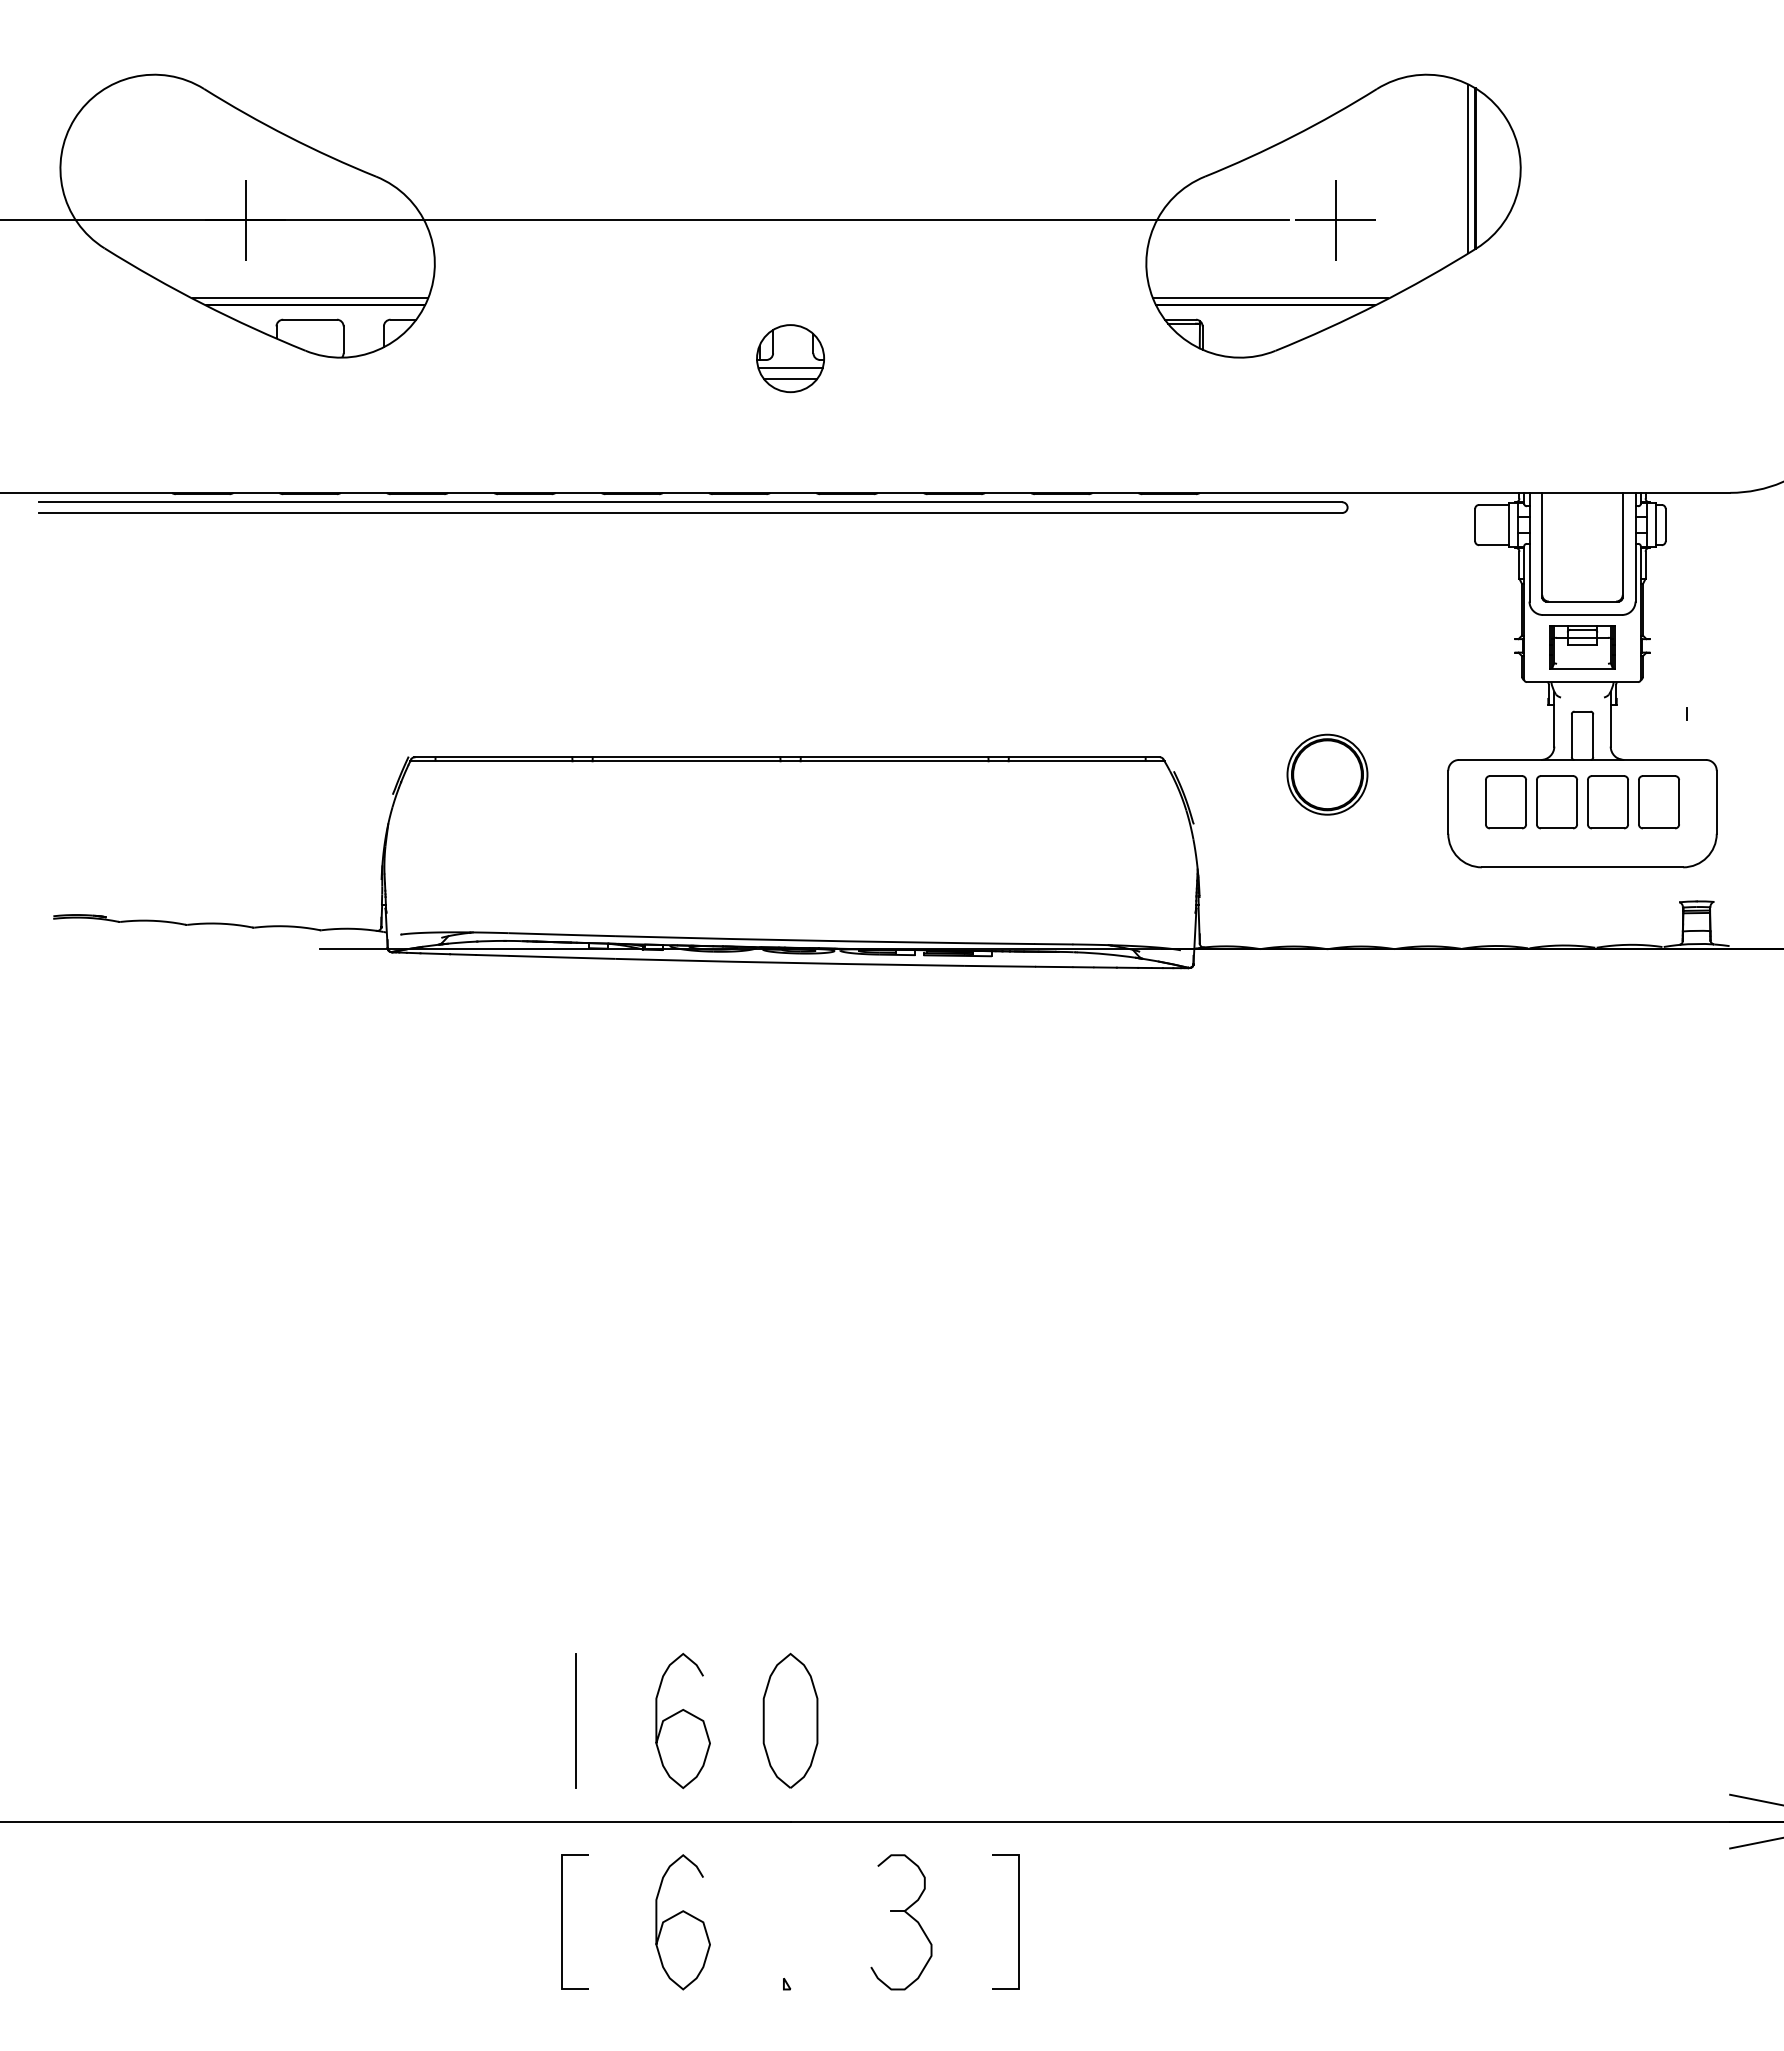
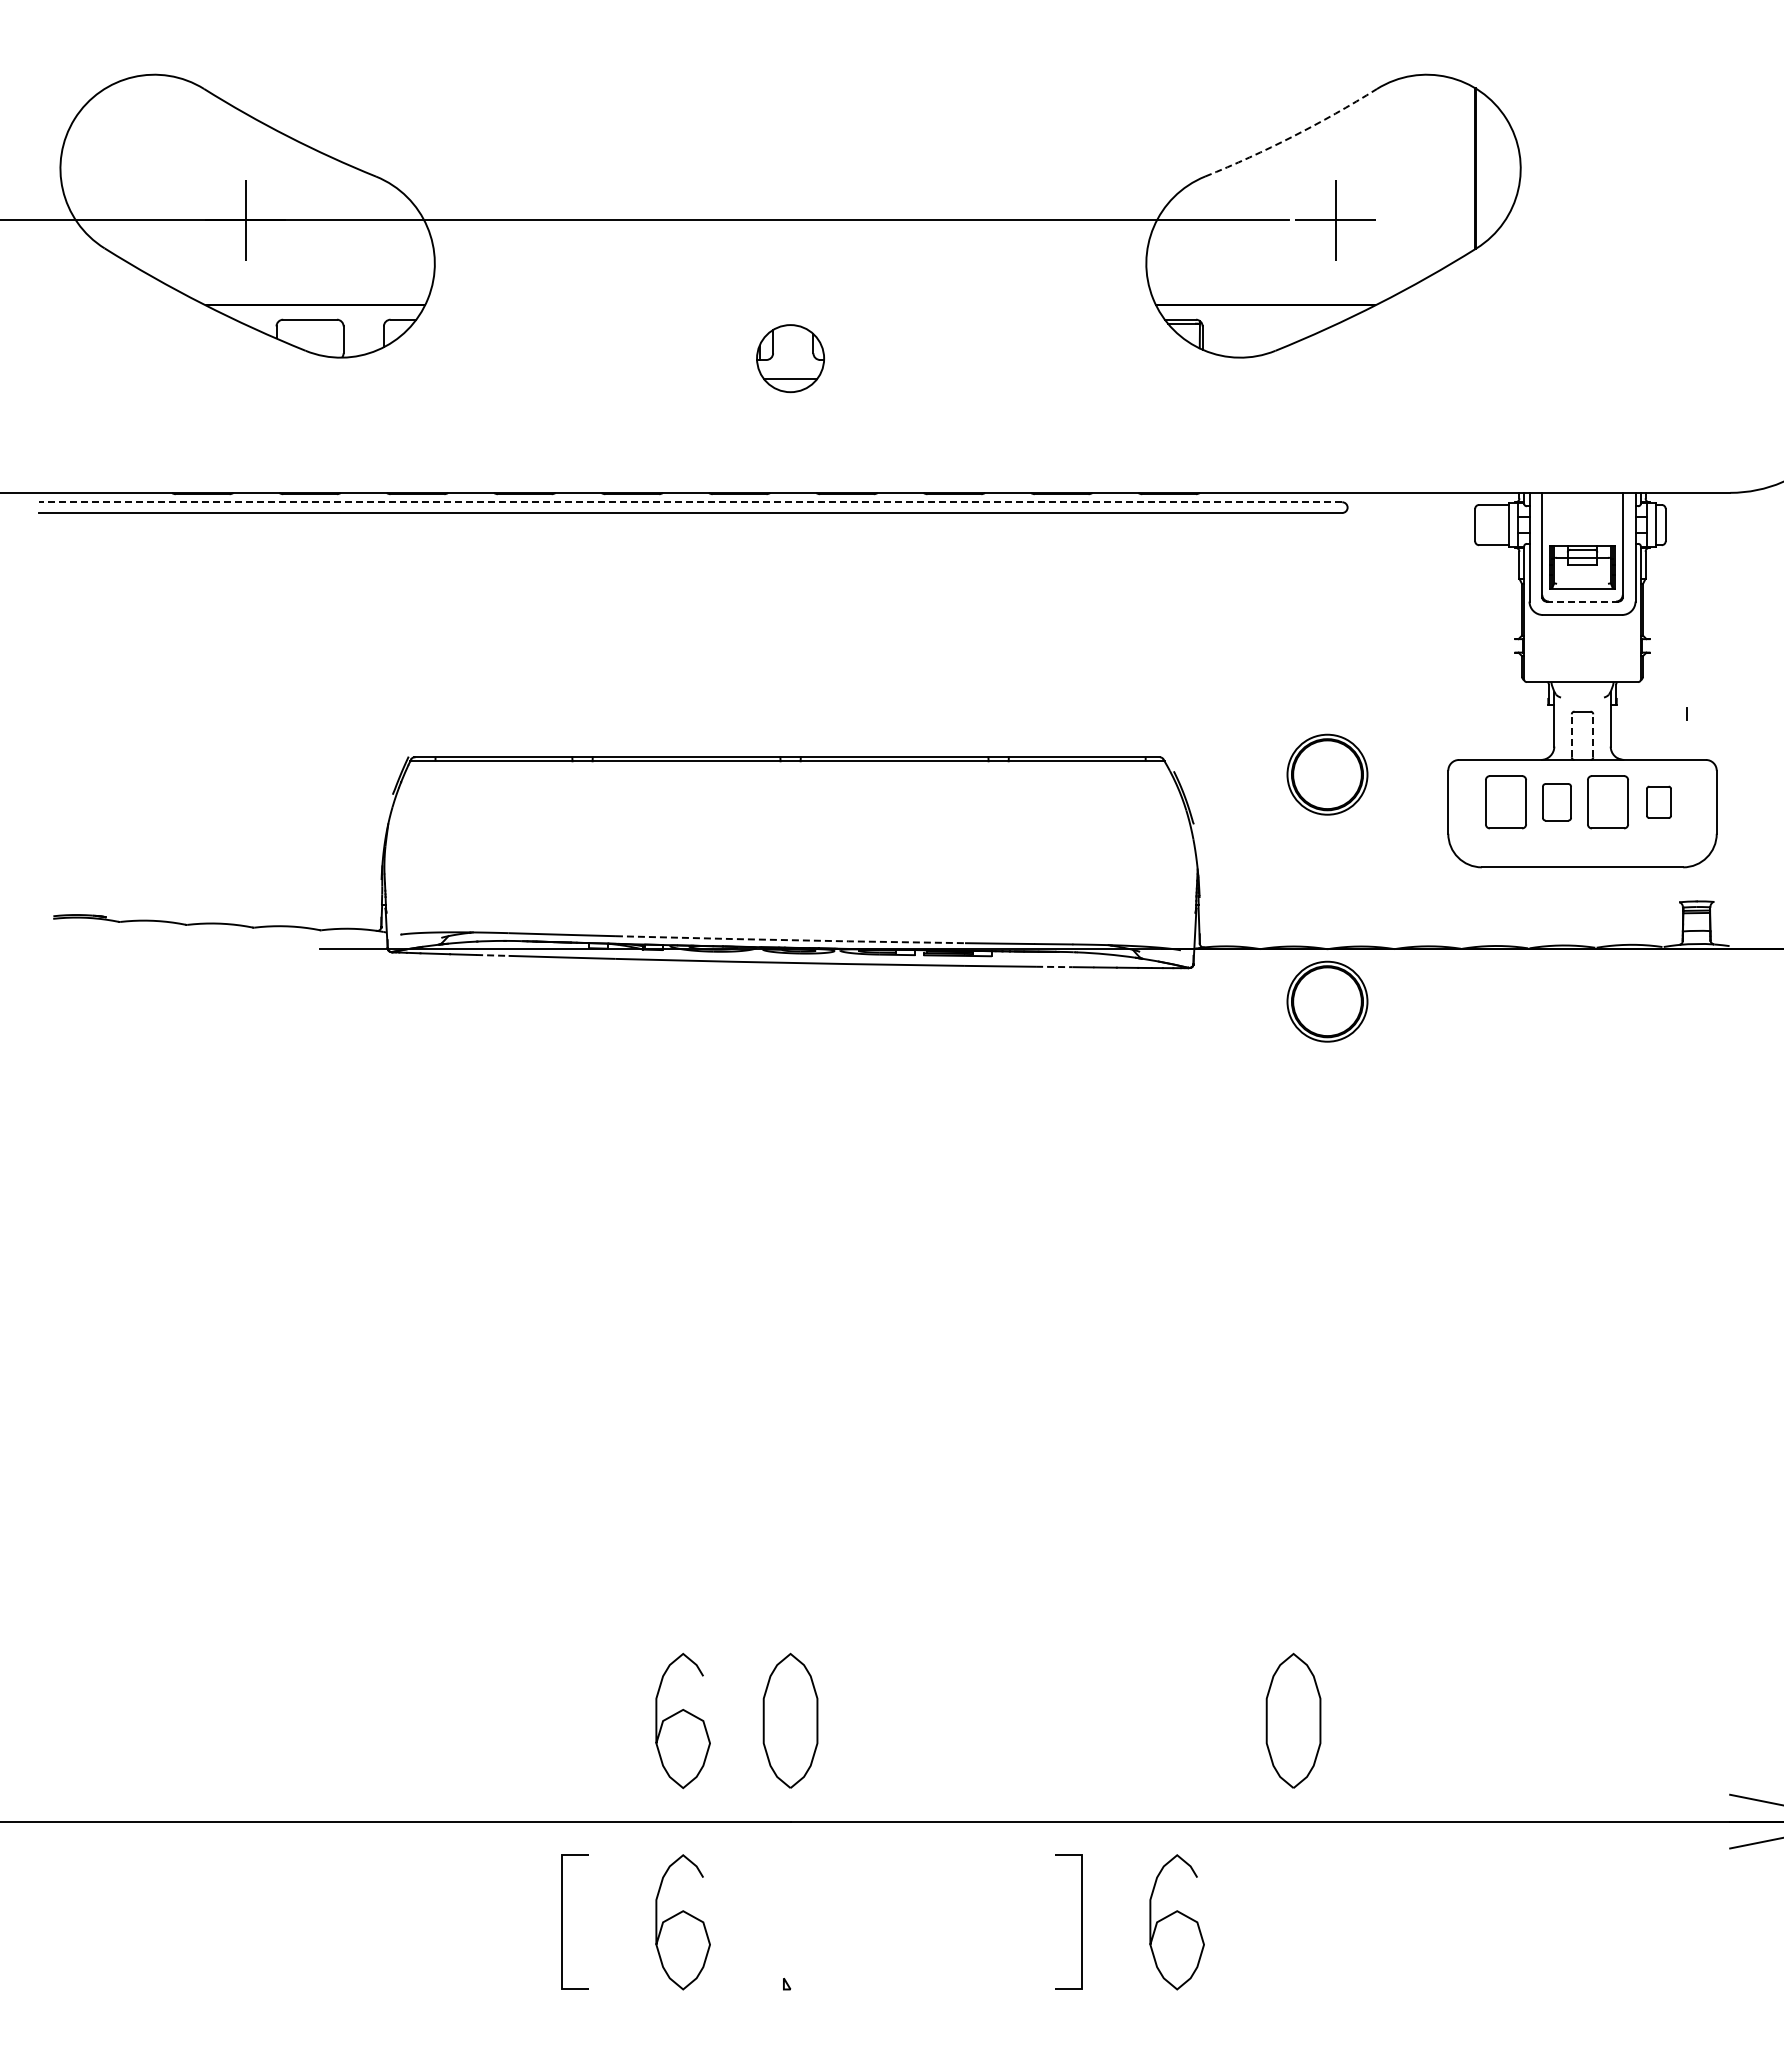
arc at (1292, 136): solid -> dashed
line at (1468, 168): present -> none
line at (310, 298): present -> none
line at (1270, 298): present -> none
line at (790, 368): present -> none
line at (690, 502): solid -> dashed
line at (1583, 601): solid -> dashed
part at (1582, 647) position: (1582, 647) -> (1582, 567)
line at (1571, 735): solid -> dashed
line at (1593, 735): solid -> dashed
part at (1556, 802) size: 42x55 px -> 30x39 px
part at (1658, 802) size: 42x55 px -> 26x34 px
line at (790, 940): solid -> dashed
line at (492, 955): solid -> dashed
line at (1054, 966): solid -> dashed
part at (1327, 1001): none -> present
line at (575, 1720): present -> none
part at (1293, 1720): none -> present
part at (905, 1913): present -> none
curve at (1173, 1914): none -> present
line at (1018, 1921) position: (1018, 1921) -> (1081, 1921)
